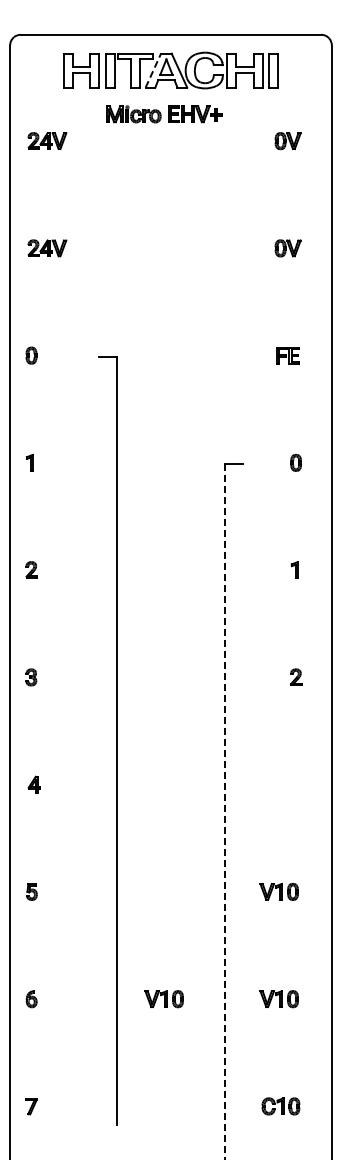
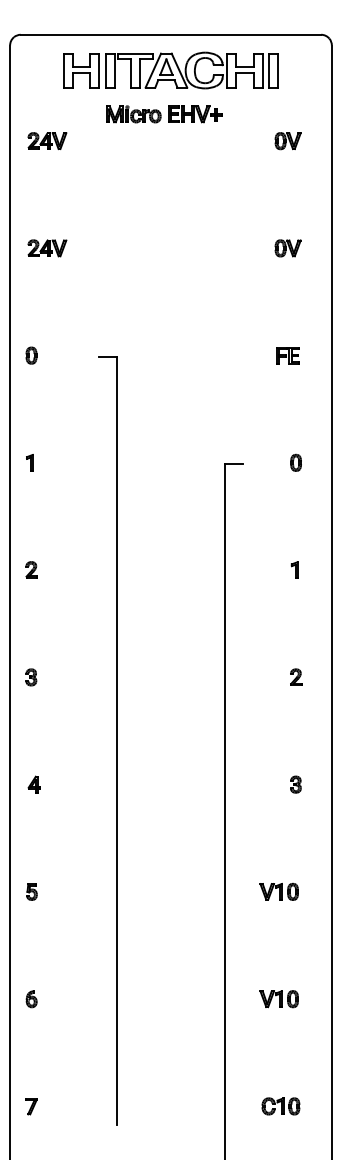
line at (153, 70): dashed -> solid
part at (295, 784): none -> present
line at (224, 811): dashed -> solid
part at (163, 999): present -> none
